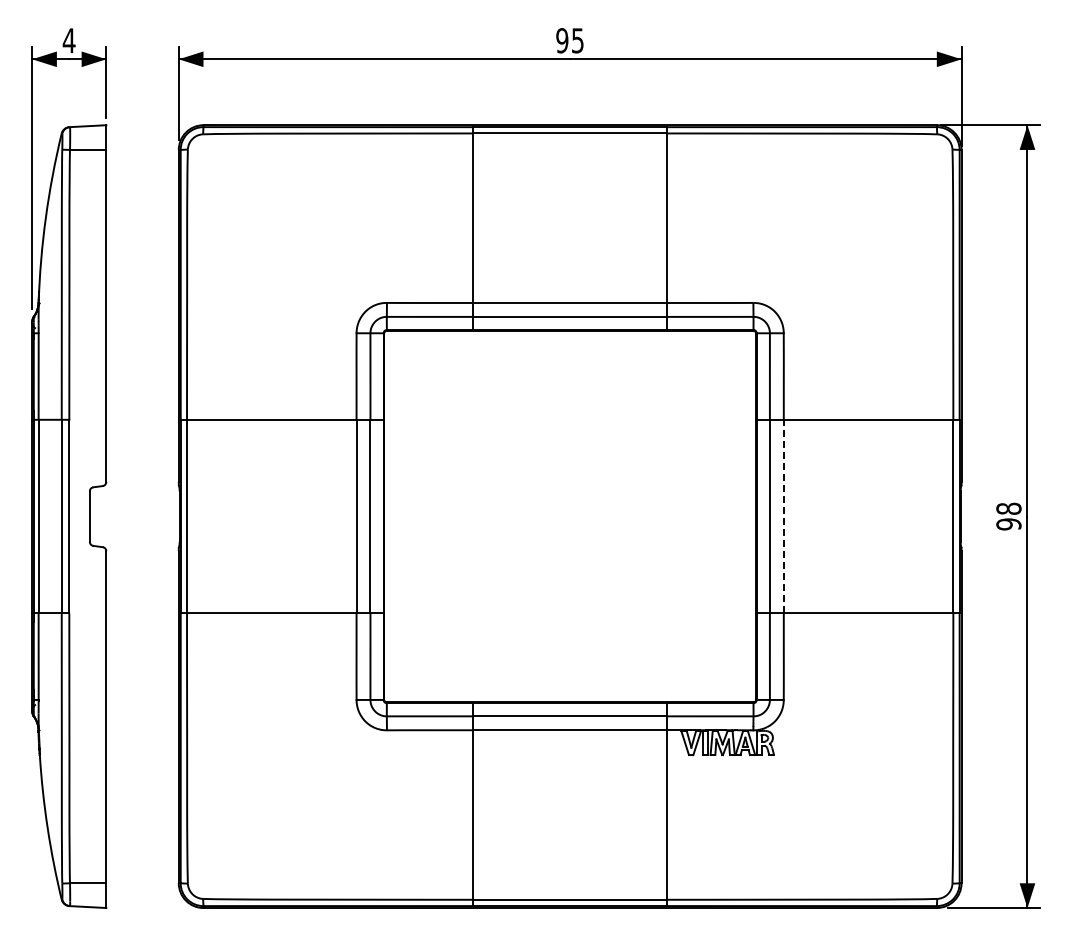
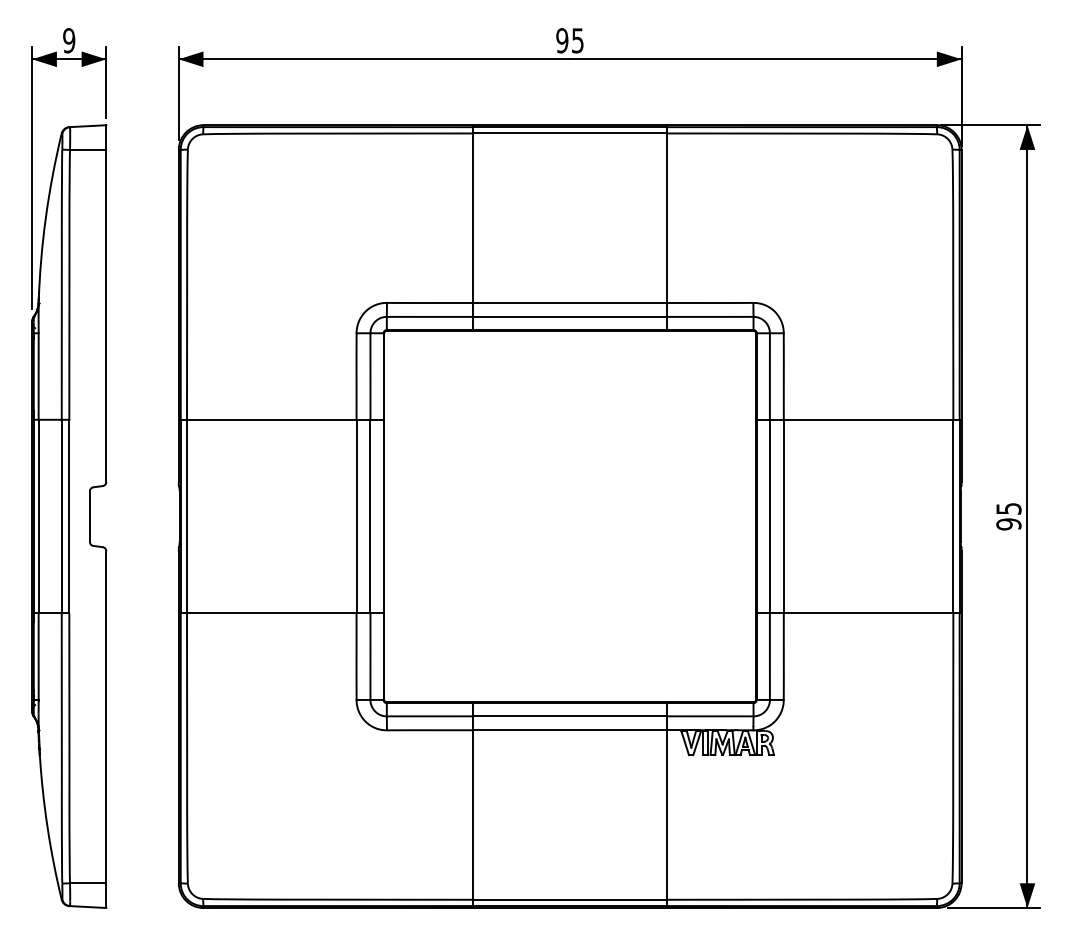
text at (68, 40): 4 -> 9
text at (1008, 508): 98 -> 95
line at (783, 516): dashed -> solid
